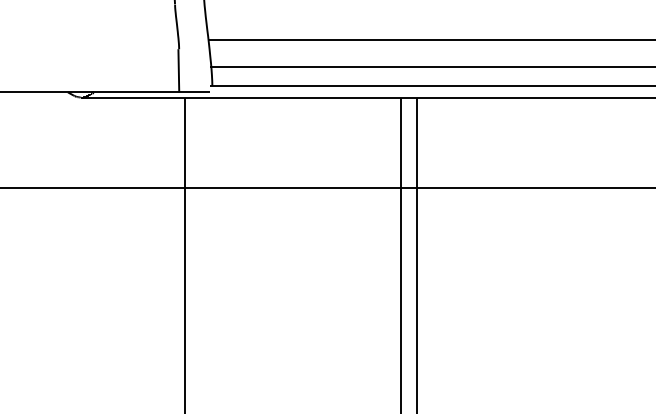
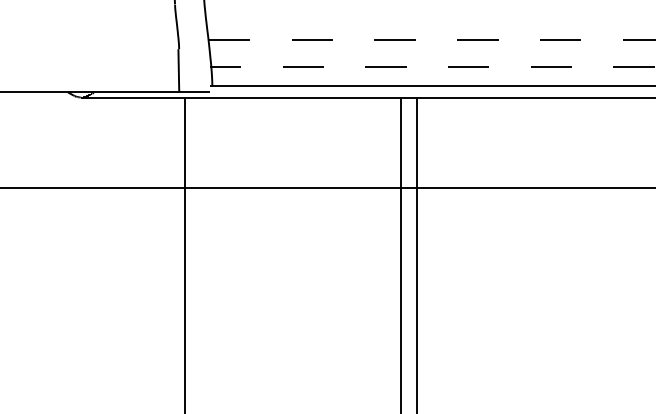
line at (432, 39): solid -> dashed
line at (432, 67): solid -> dashed
